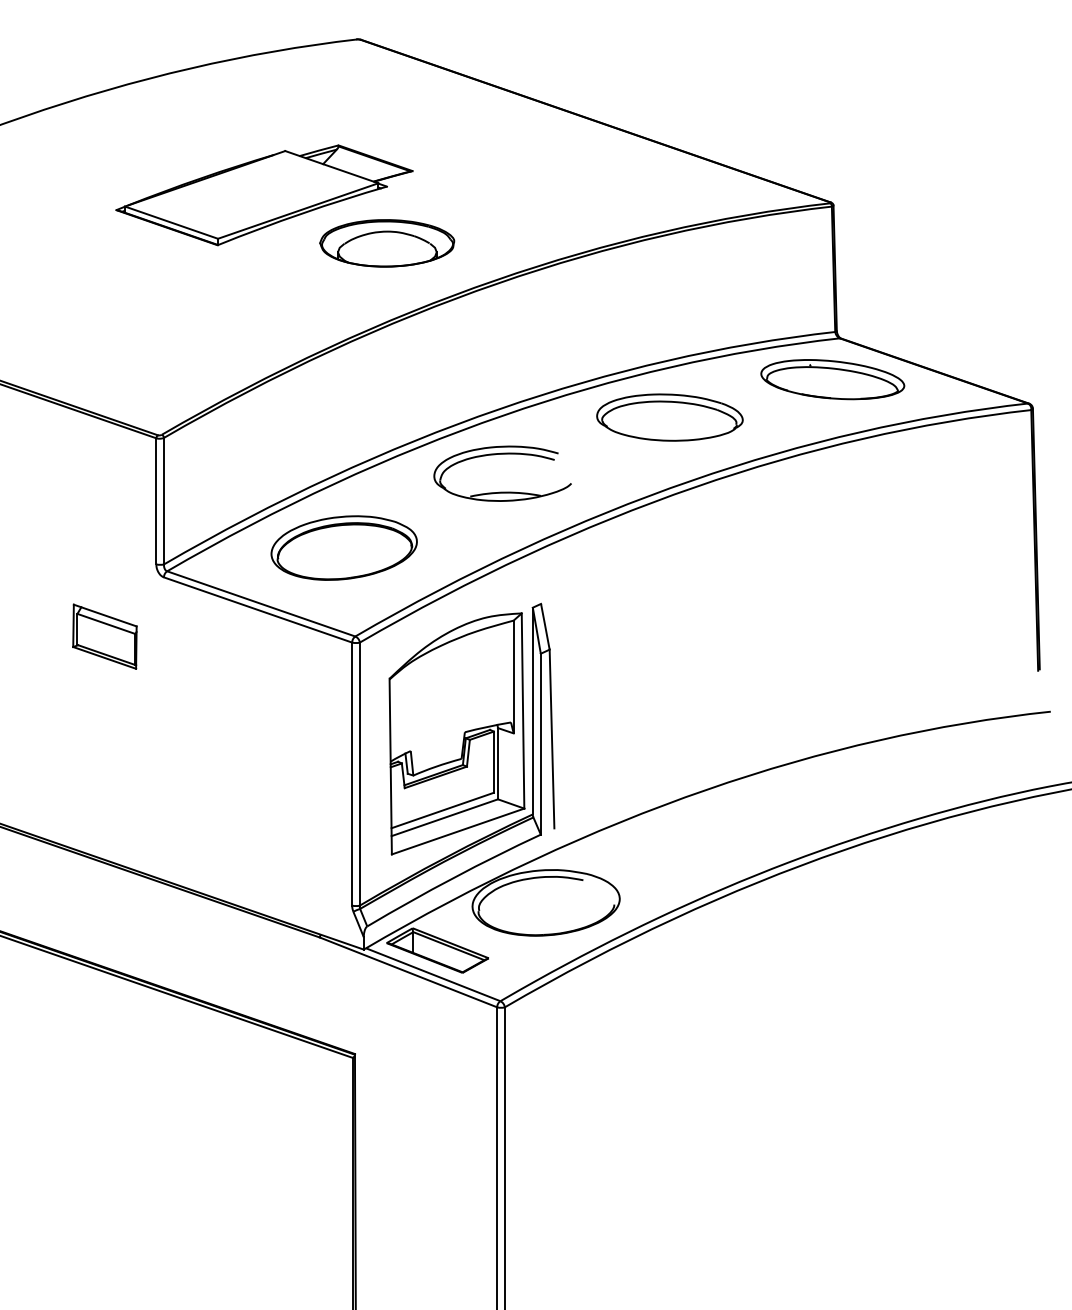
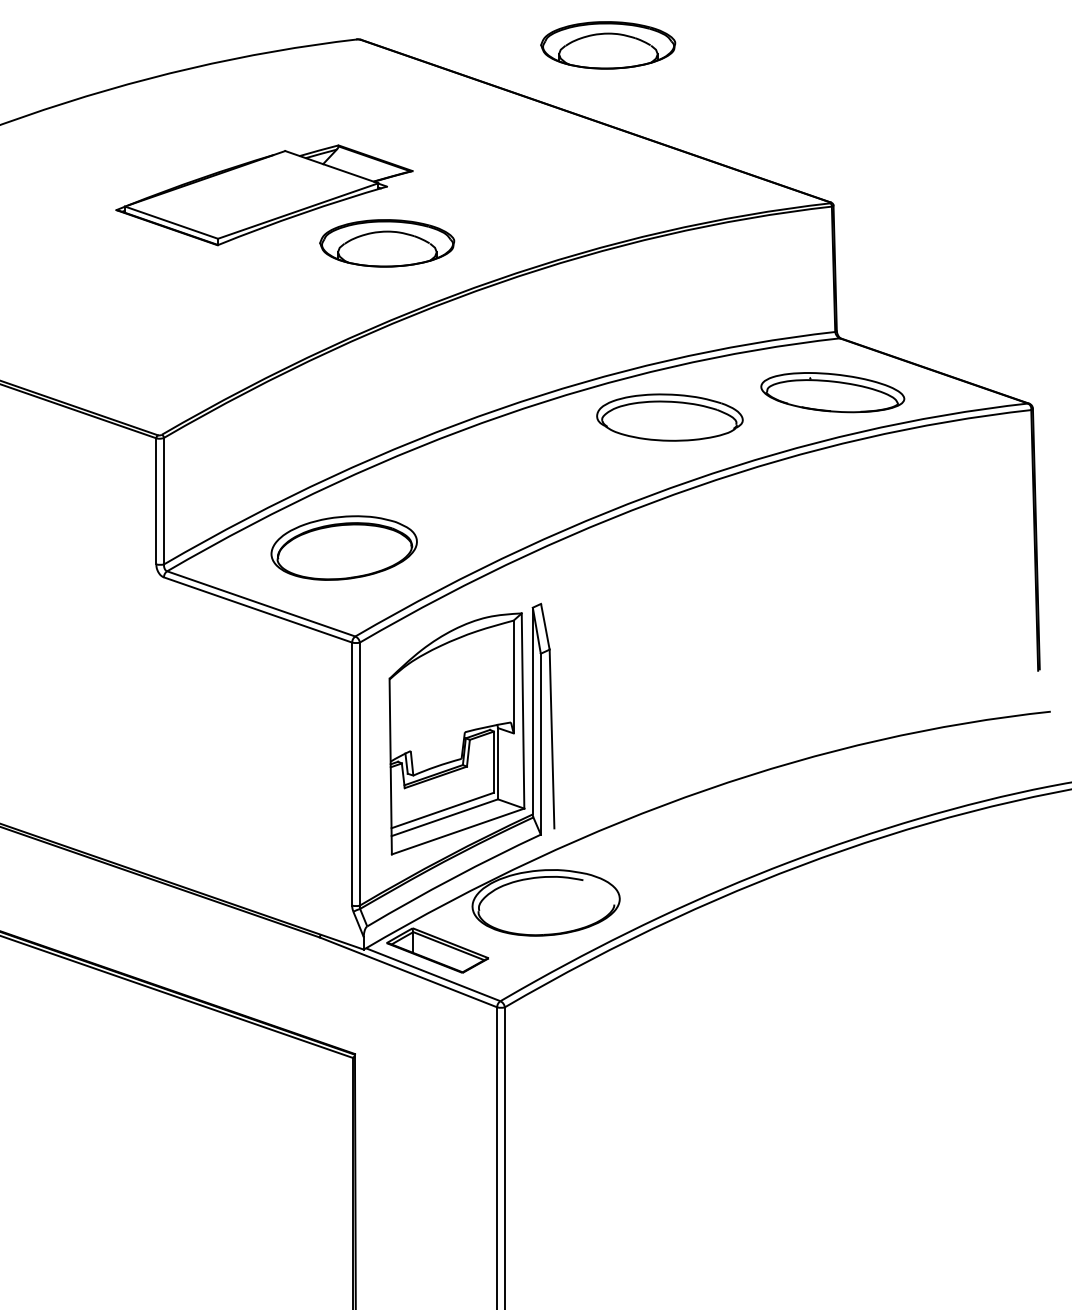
part at (608, 45): none -> present
part at (832, 379) position: (832, 379) -> (832, 392)
part at (502, 491): present -> none
part at (104, 636): present -> none
